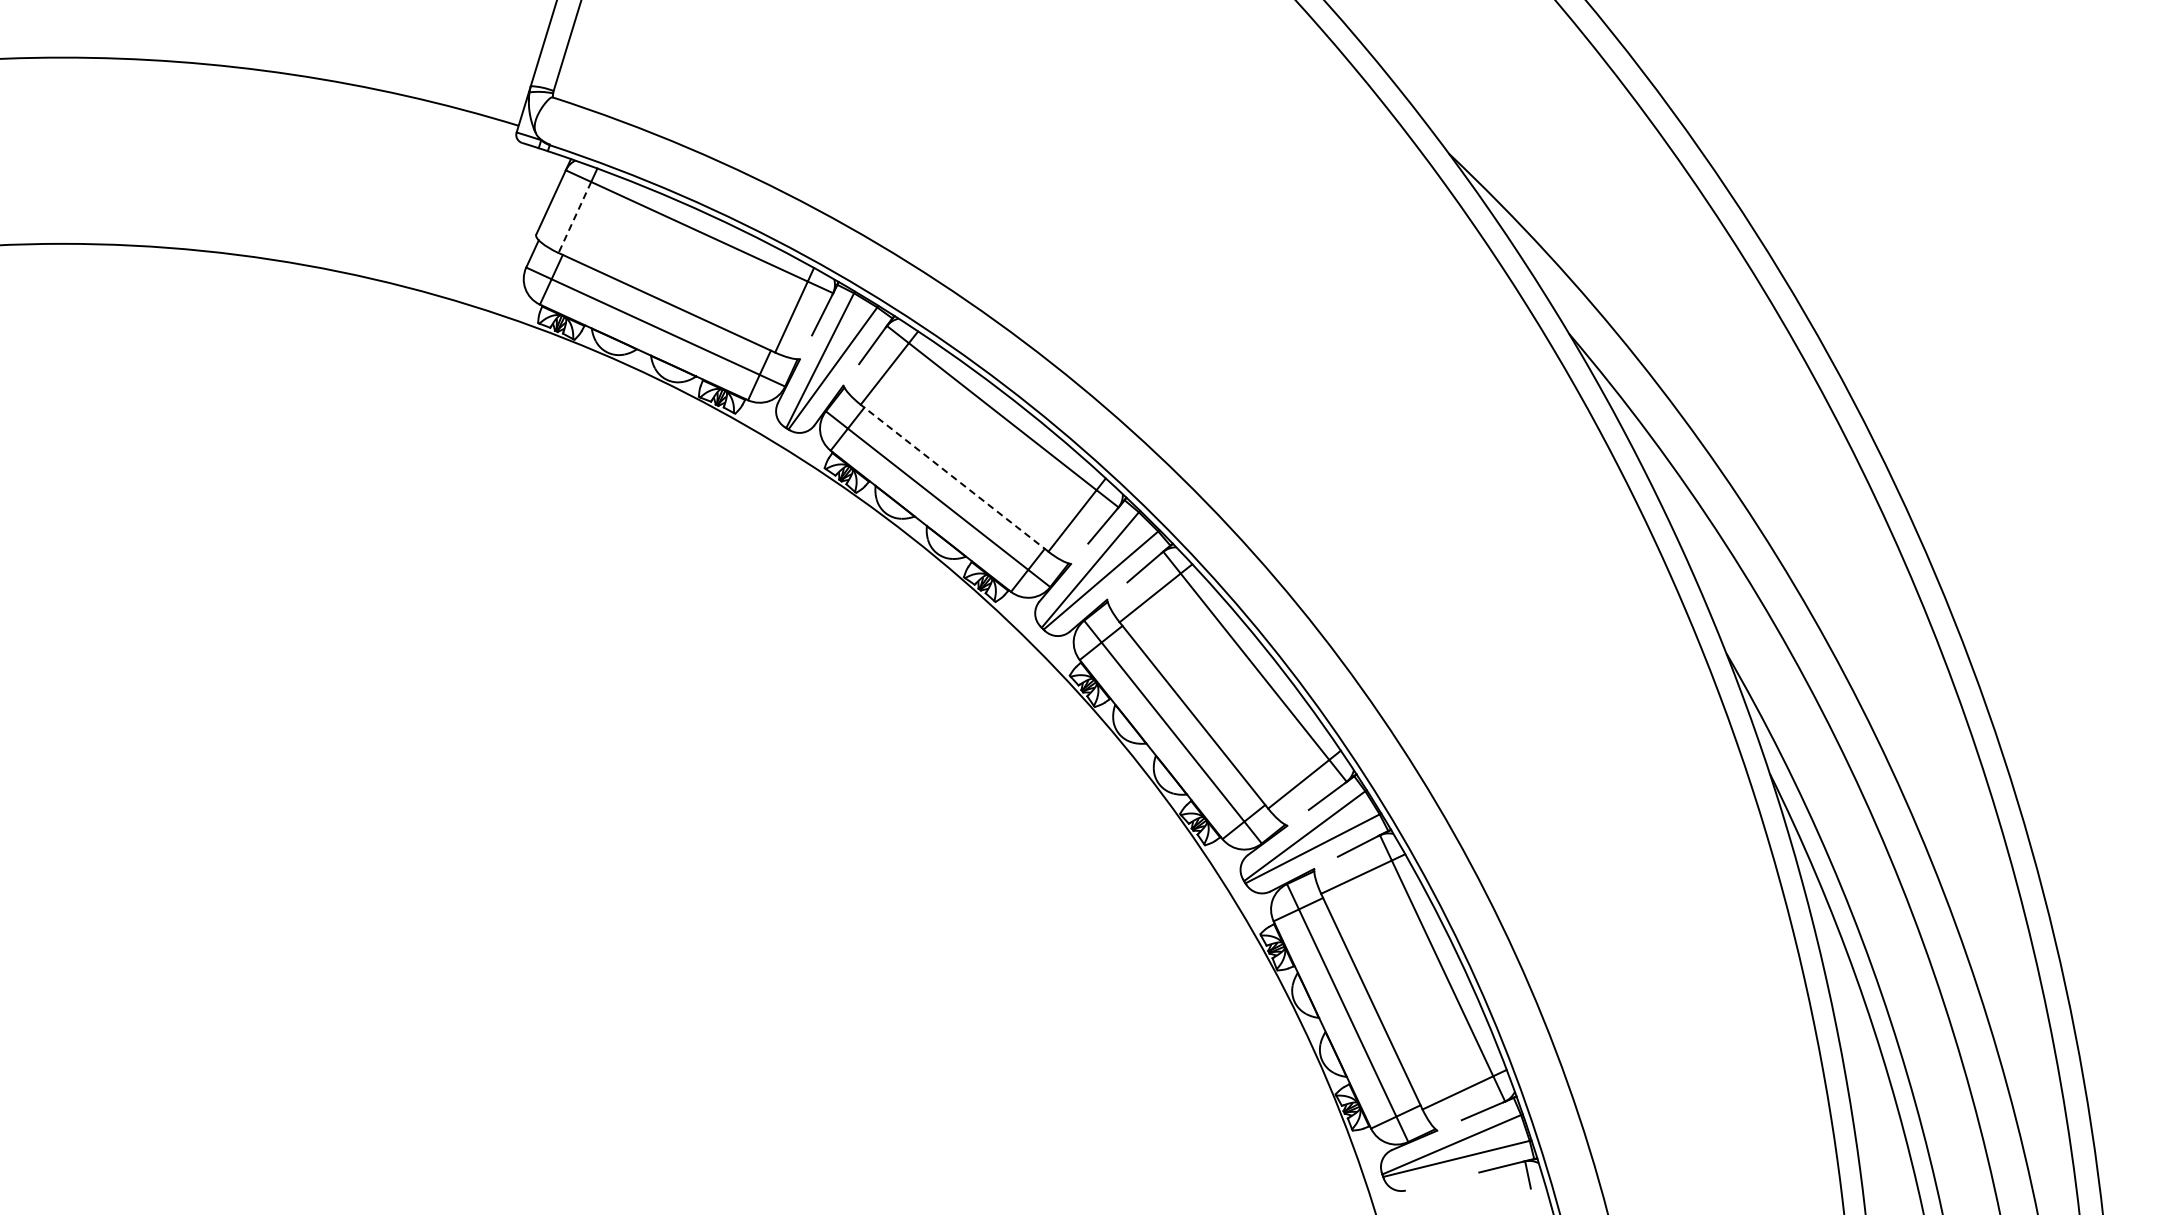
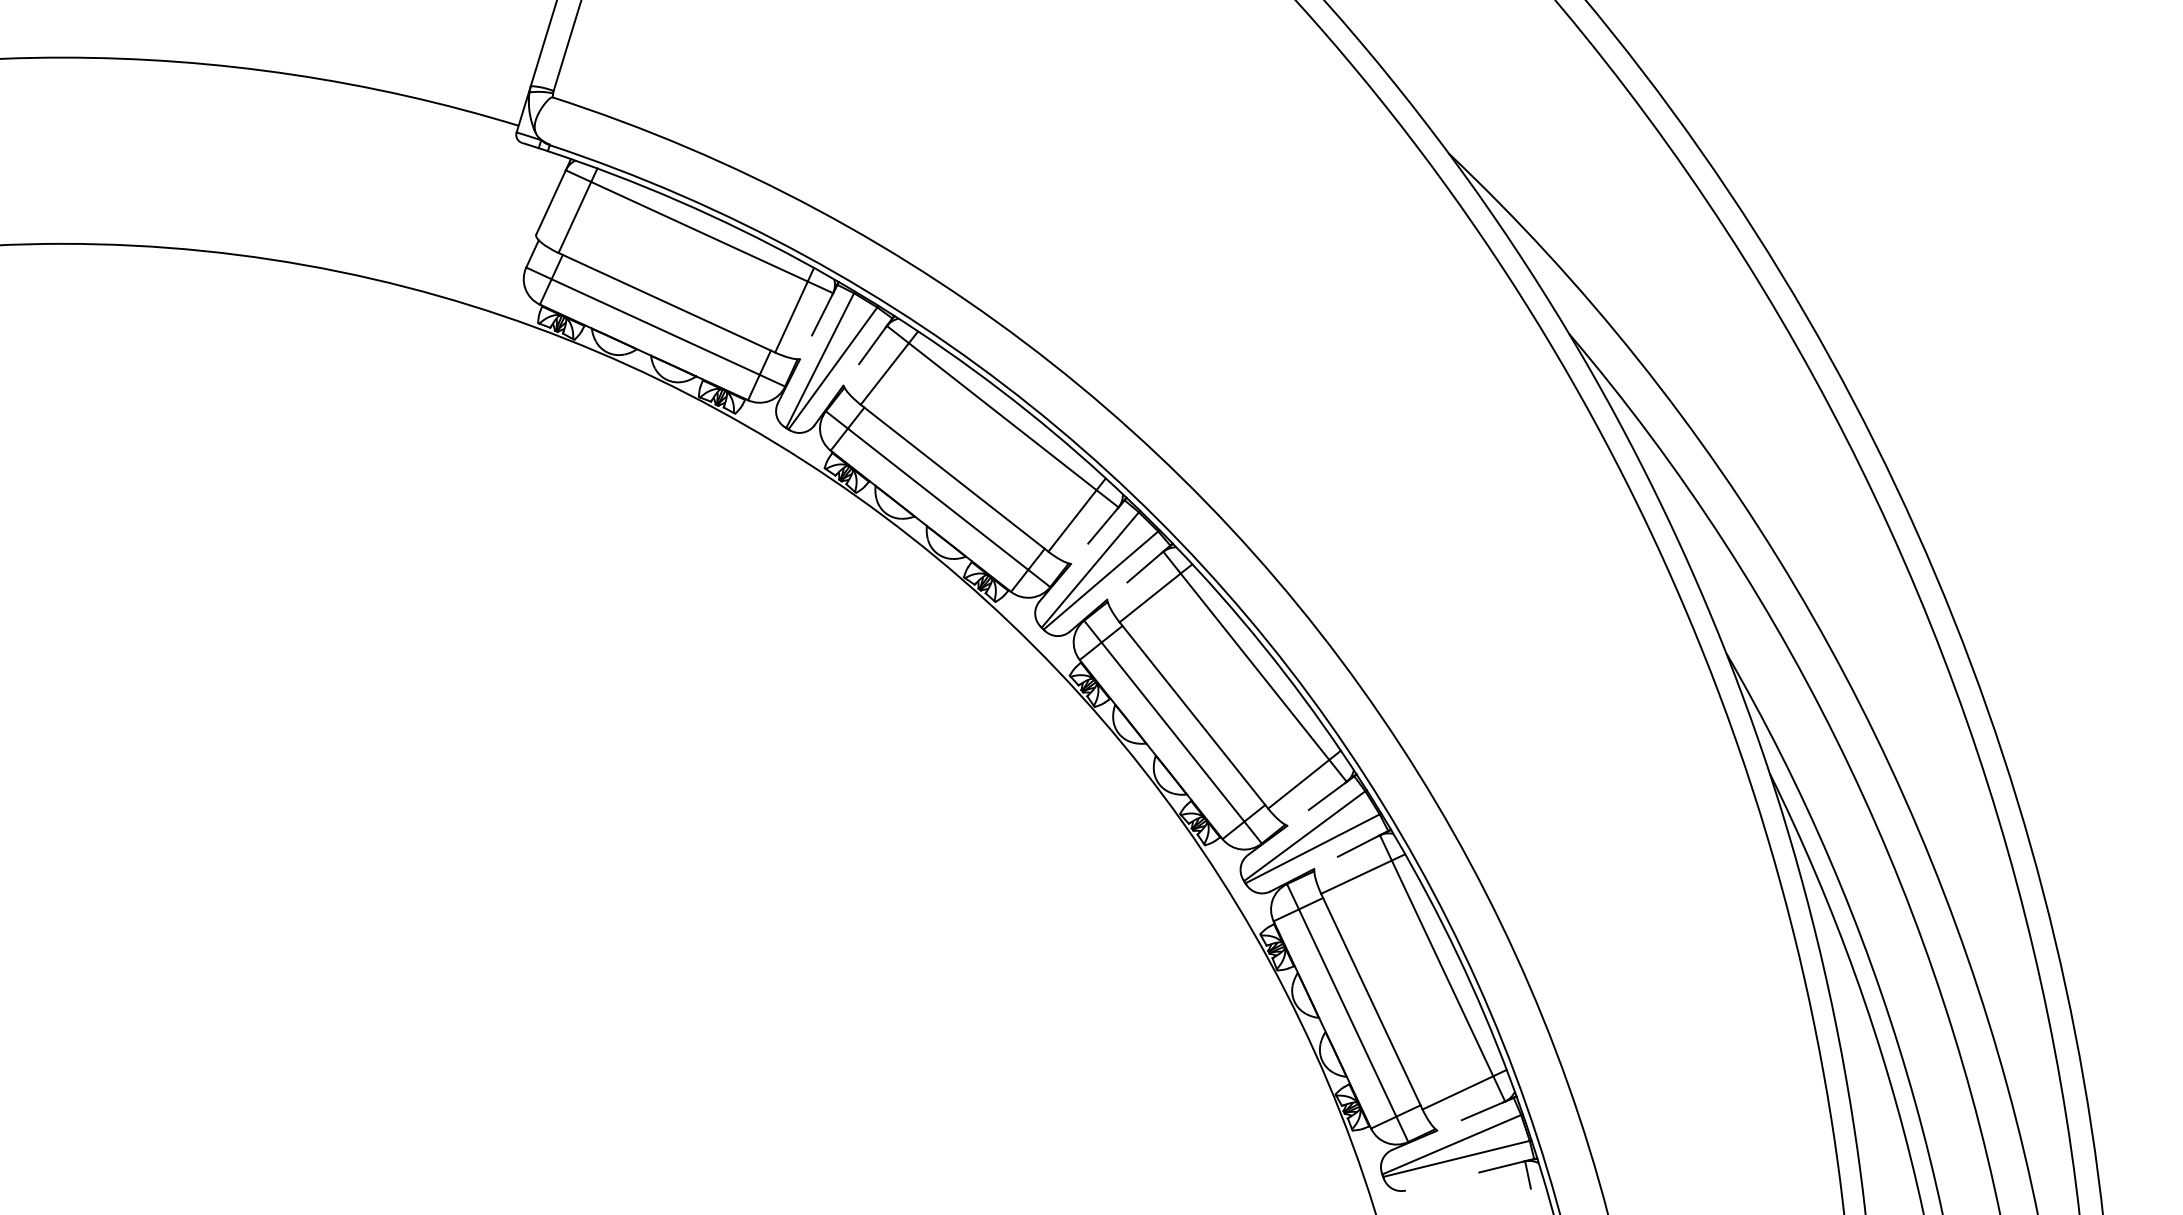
line at (574, 217): dashed -> solid
line at (954, 477): dashed -> solid
